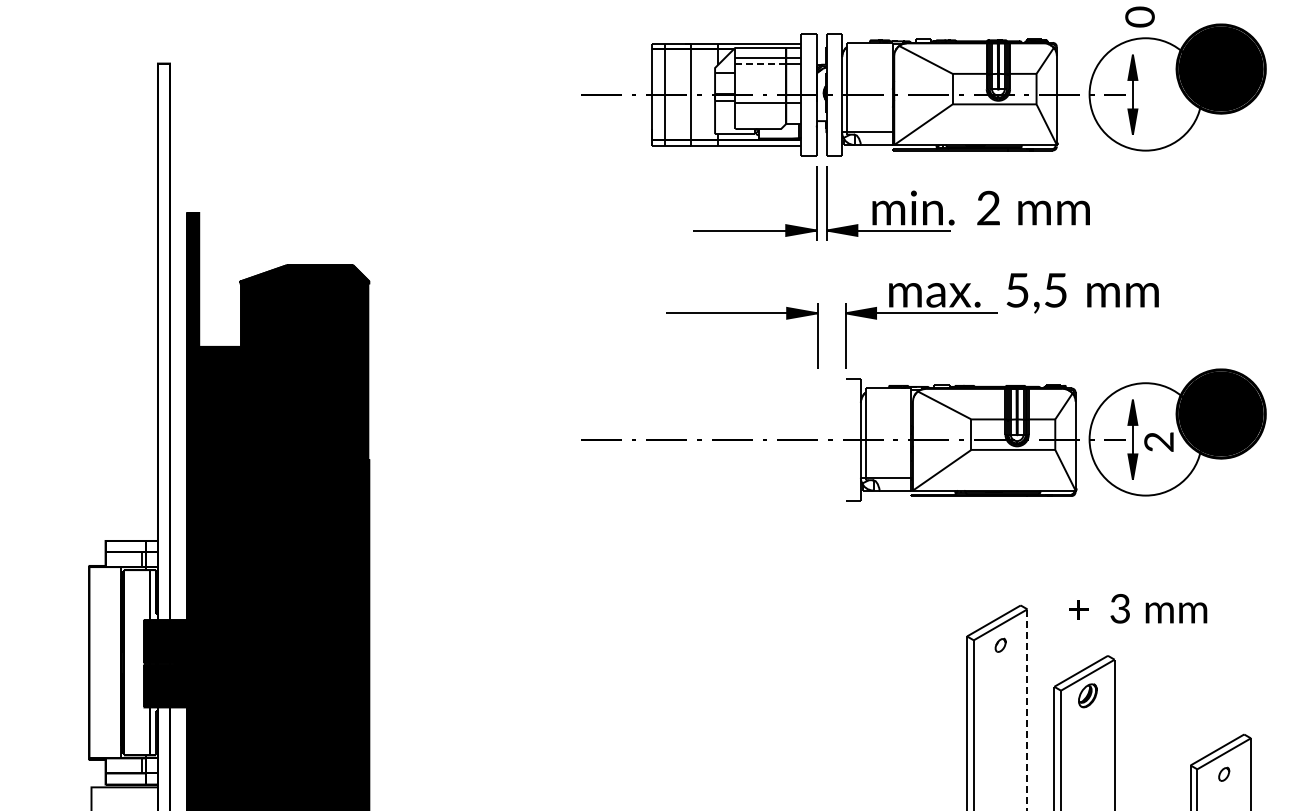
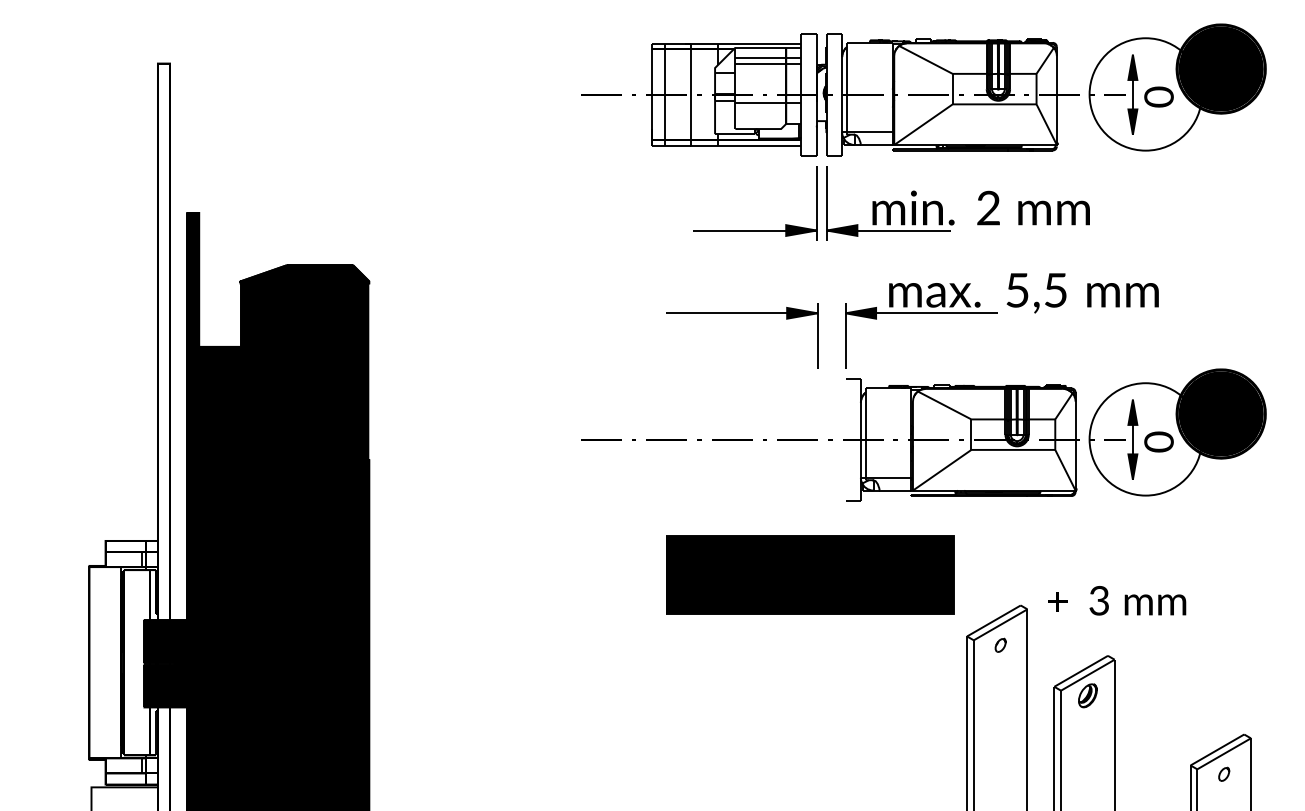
text at (1139, 16) position: (1139, 16) -> (1158, 96)
line at (760, 64): dashed -> solid
text at (1158, 441): 2 -> 0
part at (810, 574): none -> present
text at (1138, 608) position: (1138, 608) -> (1117, 600)
line at (1027, 709): dashed -> solid
